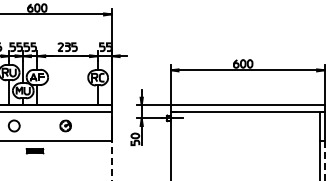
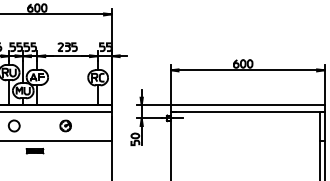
line at (111, 158): dashed -> solid
line at (324, 161): dashed -> solid
